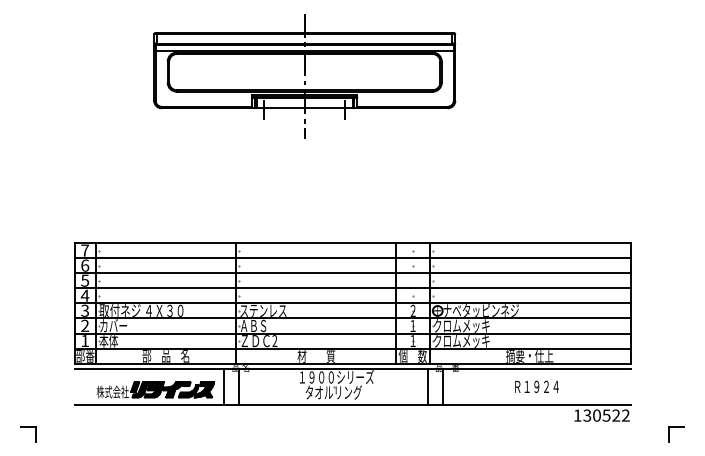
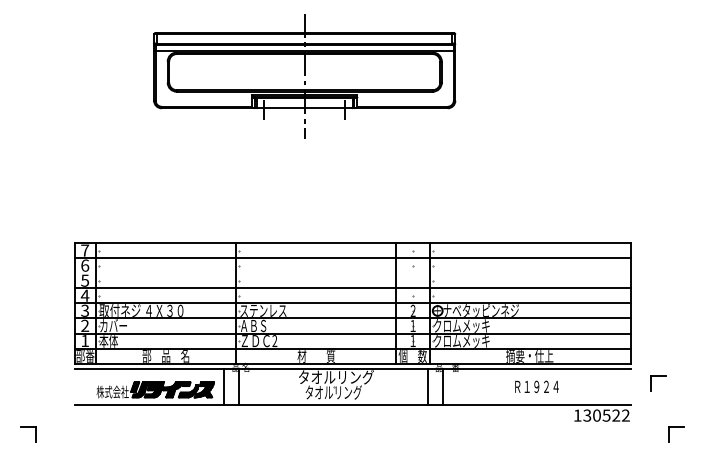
line at (352, 273): present -> none
part at (658, 376): none -> present
text at (336, 377): １９００シリーズ -> タオルリング
